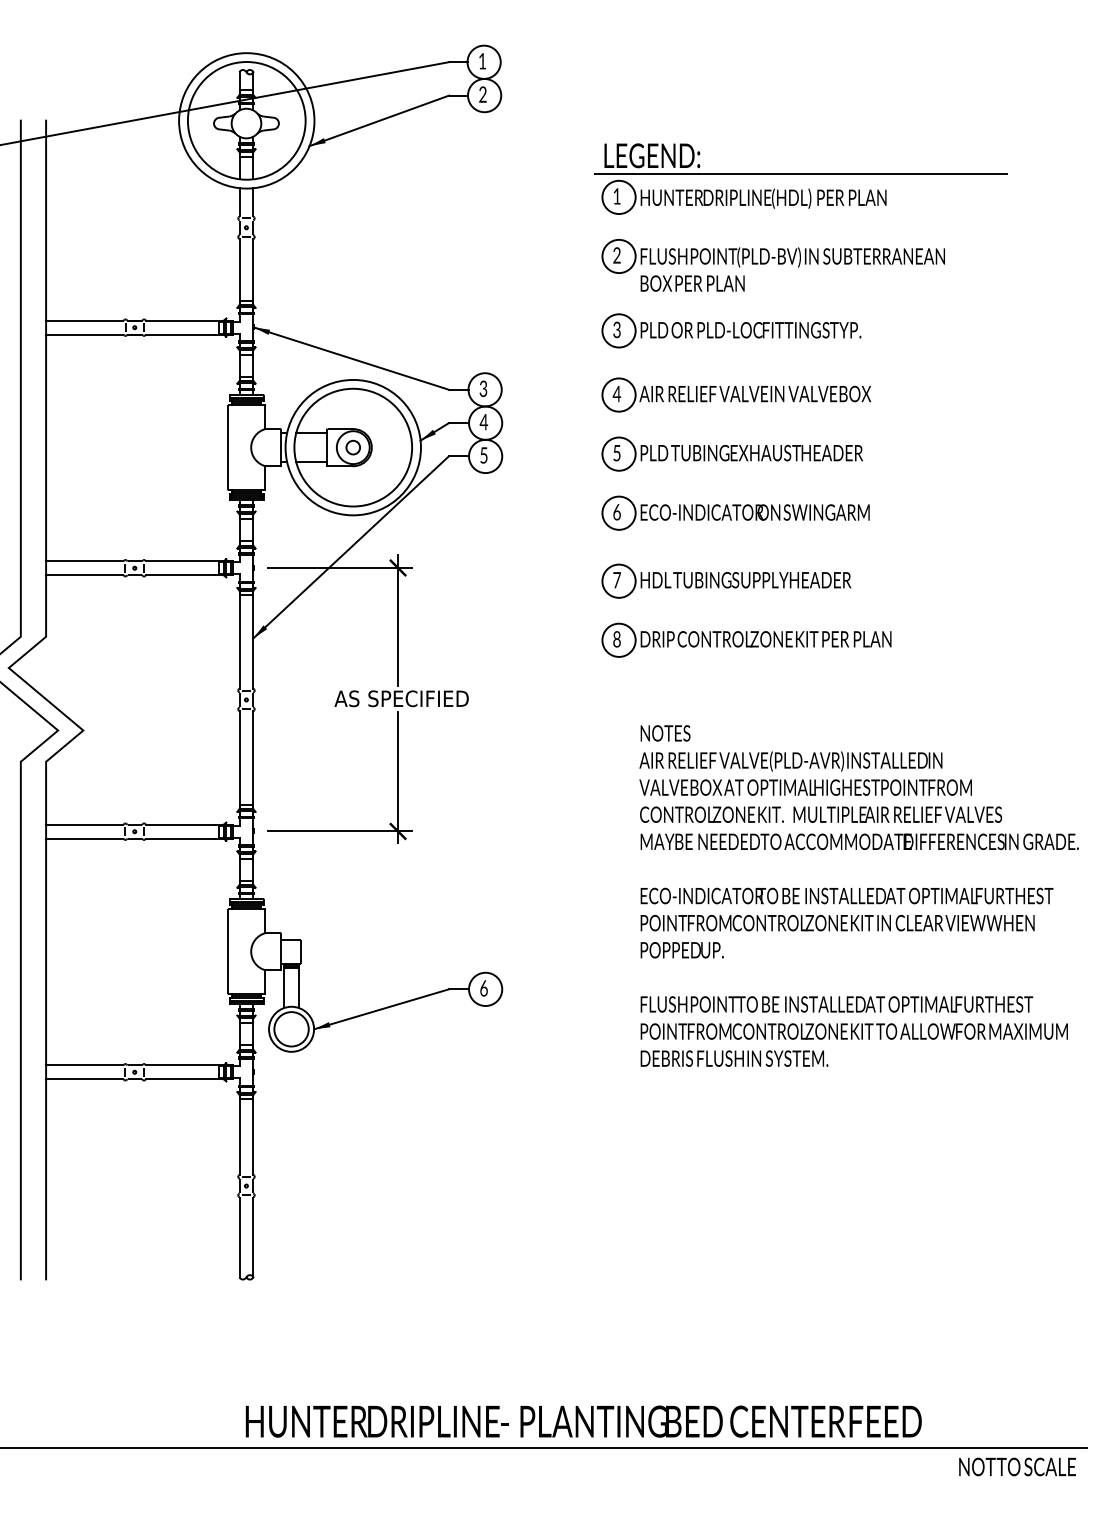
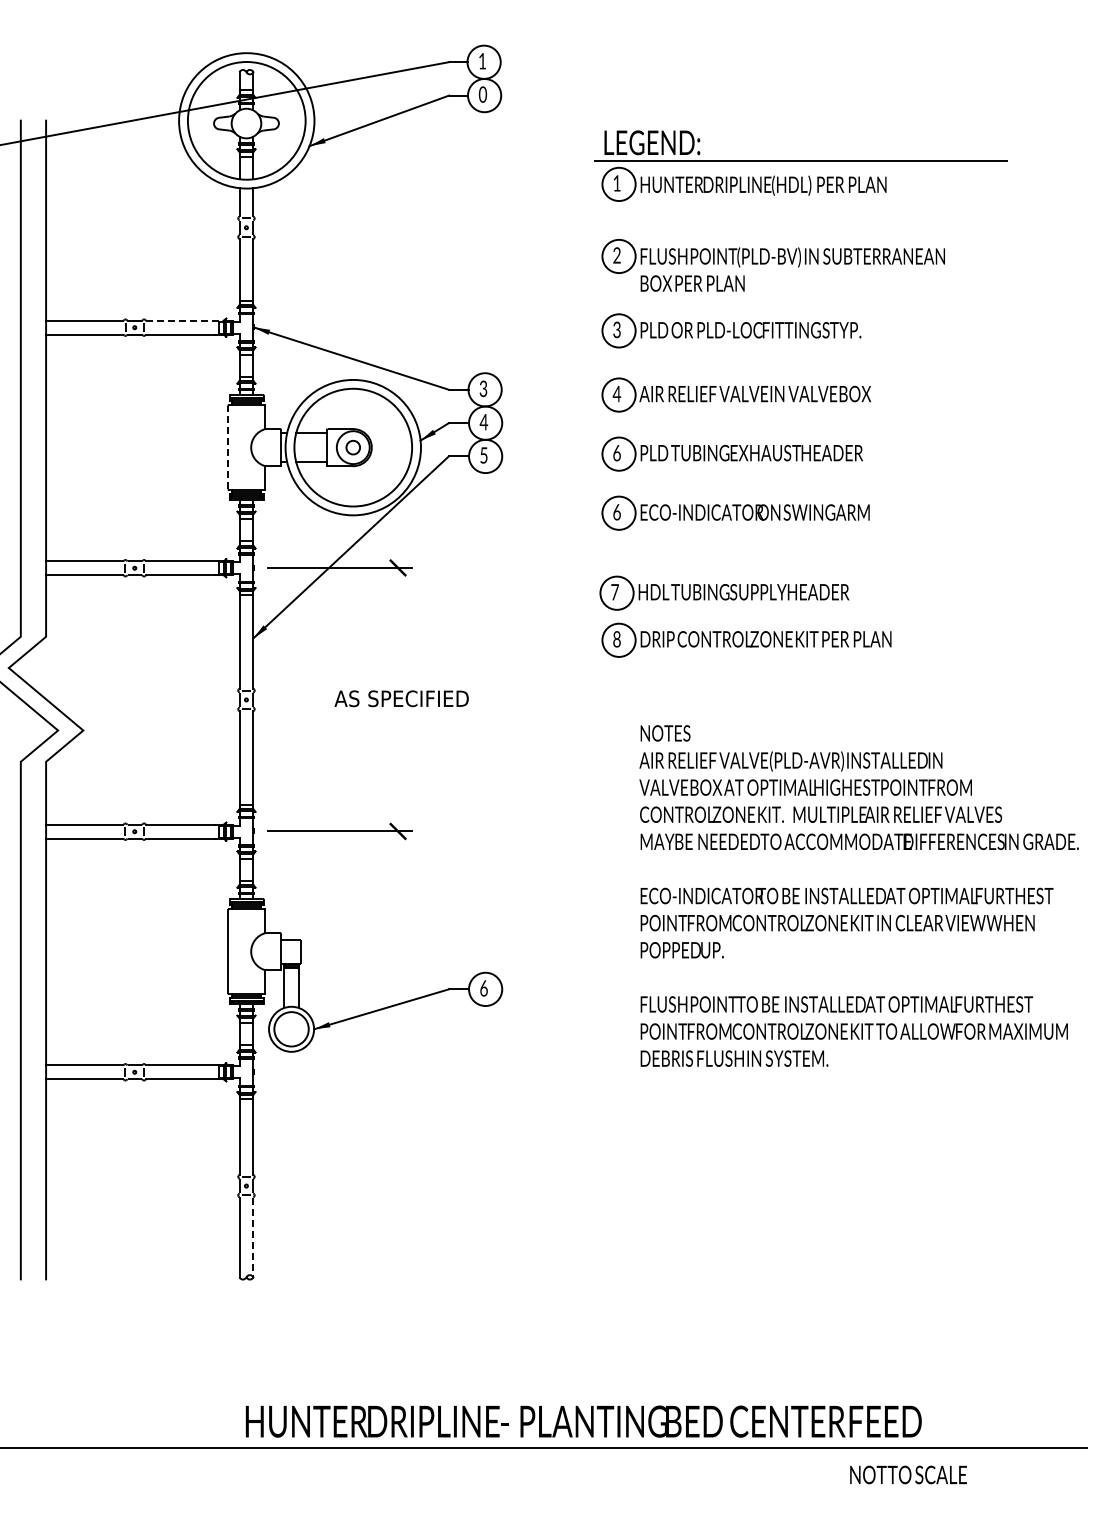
text at (482, 94): 2 -> 0
part at (800, 178) position: (800, 178) -> (800, 165)
line at (184, 320): solid -> dashed
line at (228, 447): solid -> dashed
text at (616, 453): 5 -> 6
part at (726, 580) position: (726, 580) -> (724, 592)
line at (398, 619): present -> none
line at (398, 777): present -> none
line at (253, 1237): solid -> dashed
text at (1017, 1466) position: (1017, 1466) -> (908, 1474)
